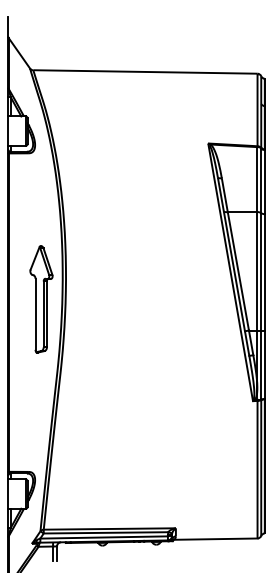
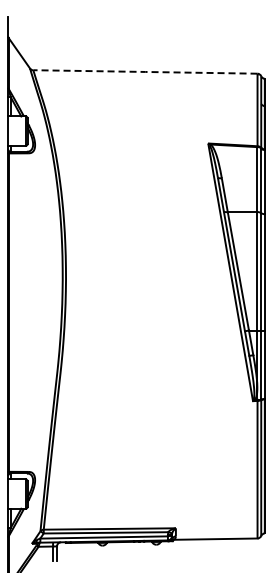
line at (145, 71): solid -> dashed
part at (41, 299): present -> none
